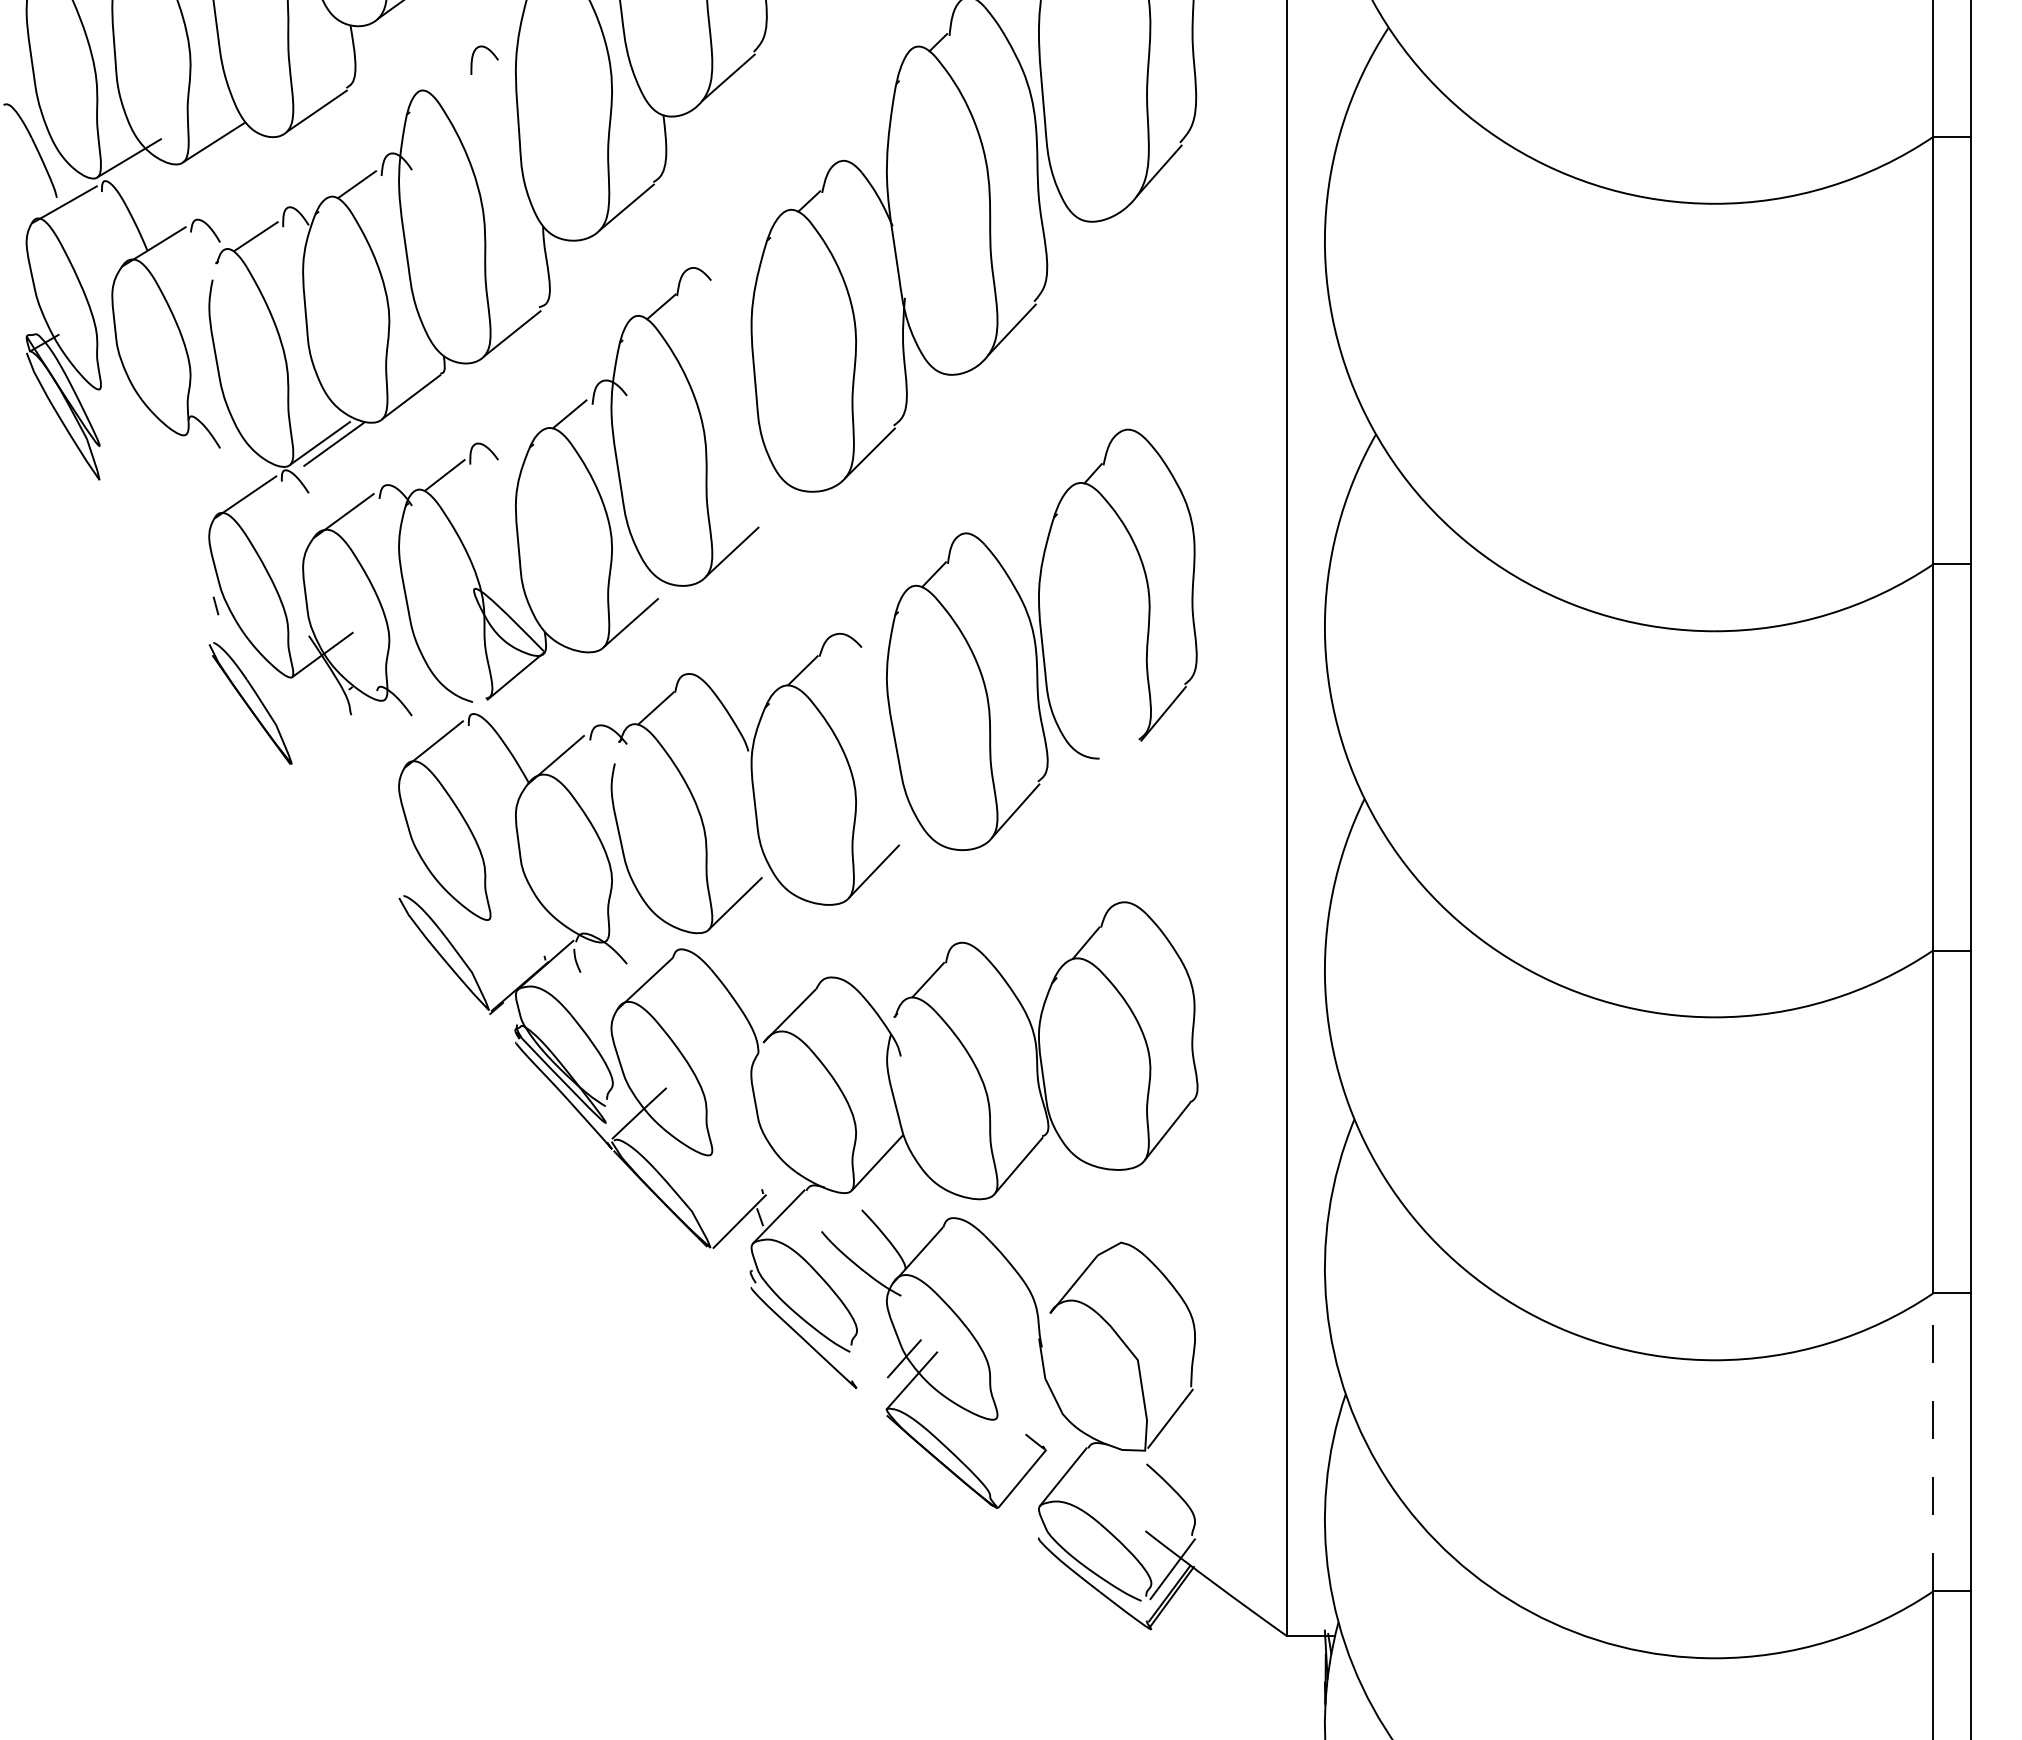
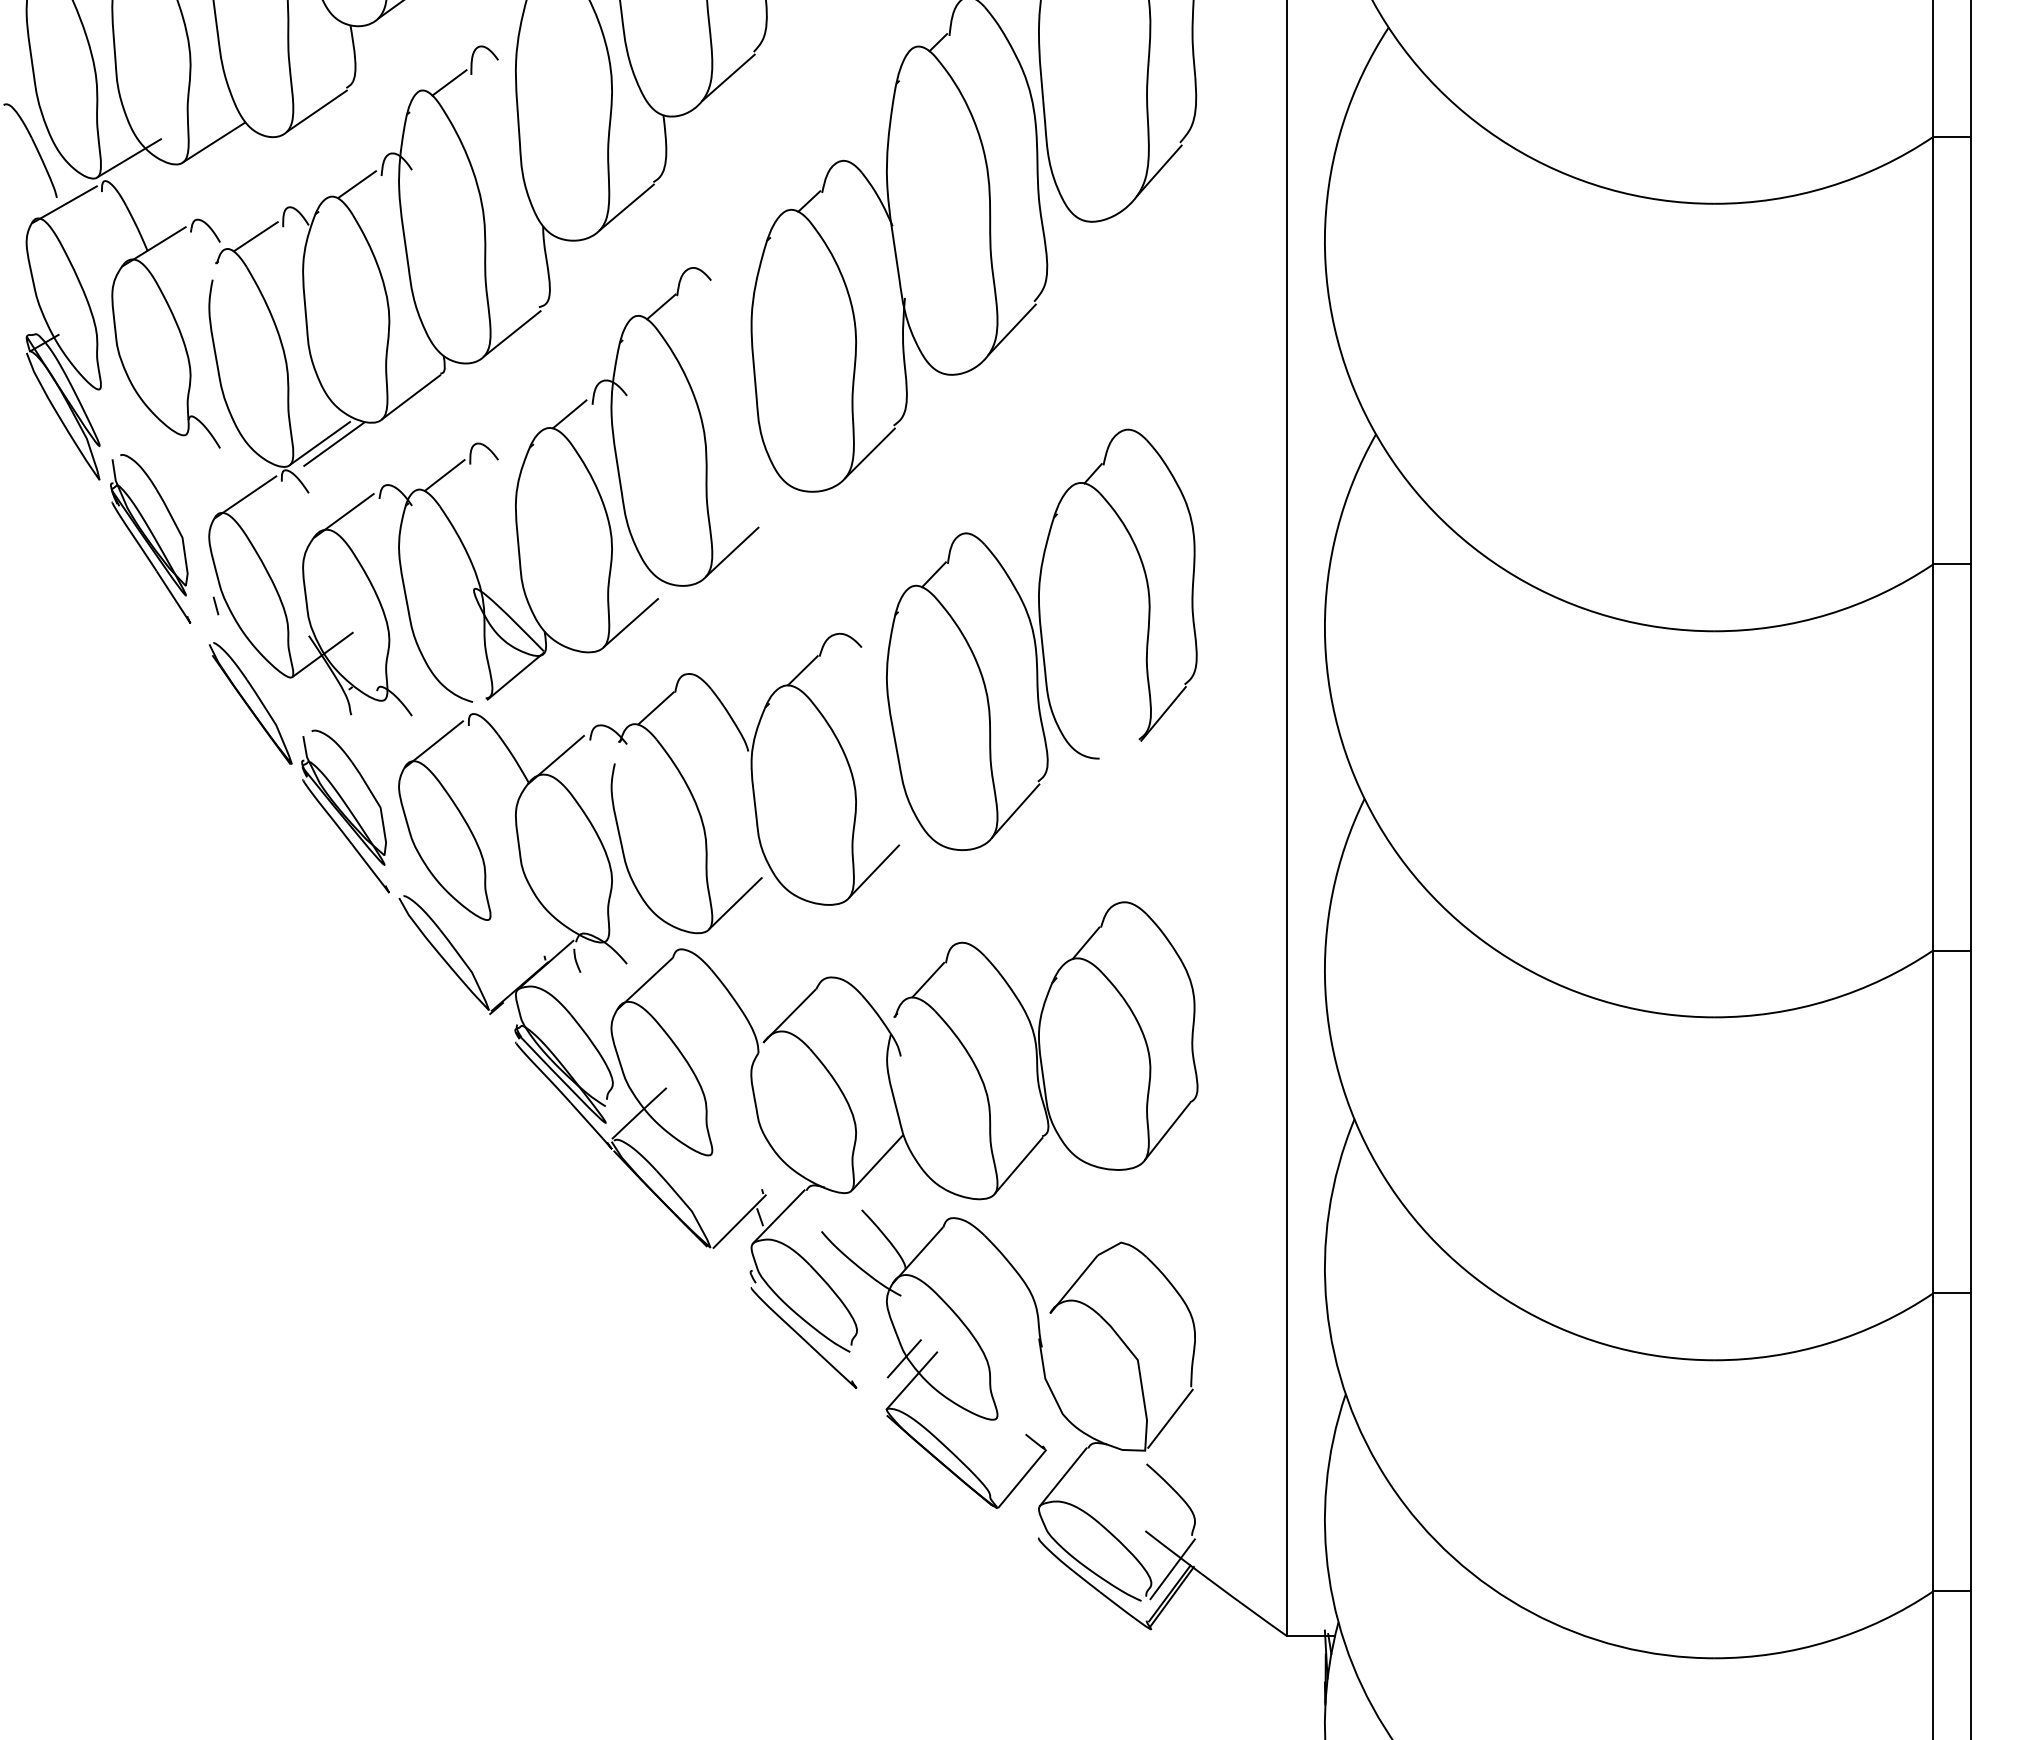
line at (449, 82): none -> present
part at (150, 538): none -> present
part at (345, 811): none -> present
line at (1933, 1441): dashed -> solid
